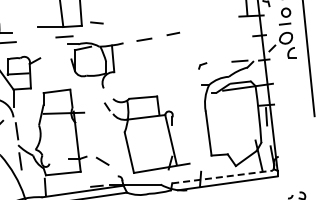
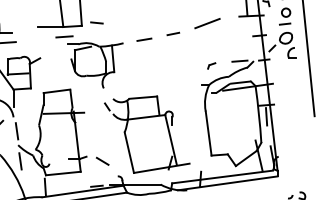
line at (207, 23): none -> present
part at (202, 65) position: (202, 65) -> (211, 65)
line at (222, 177): dashed -> solid
